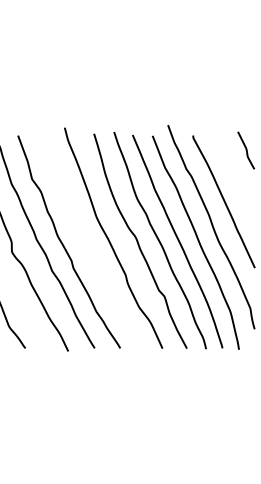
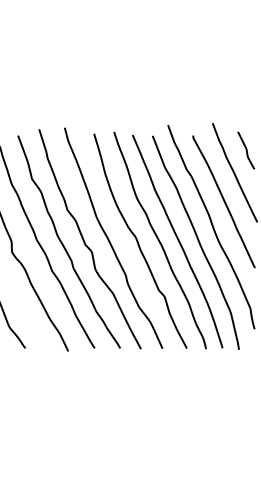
curve at (234, 172): none -> present
curve at (85, 241): none -> present
